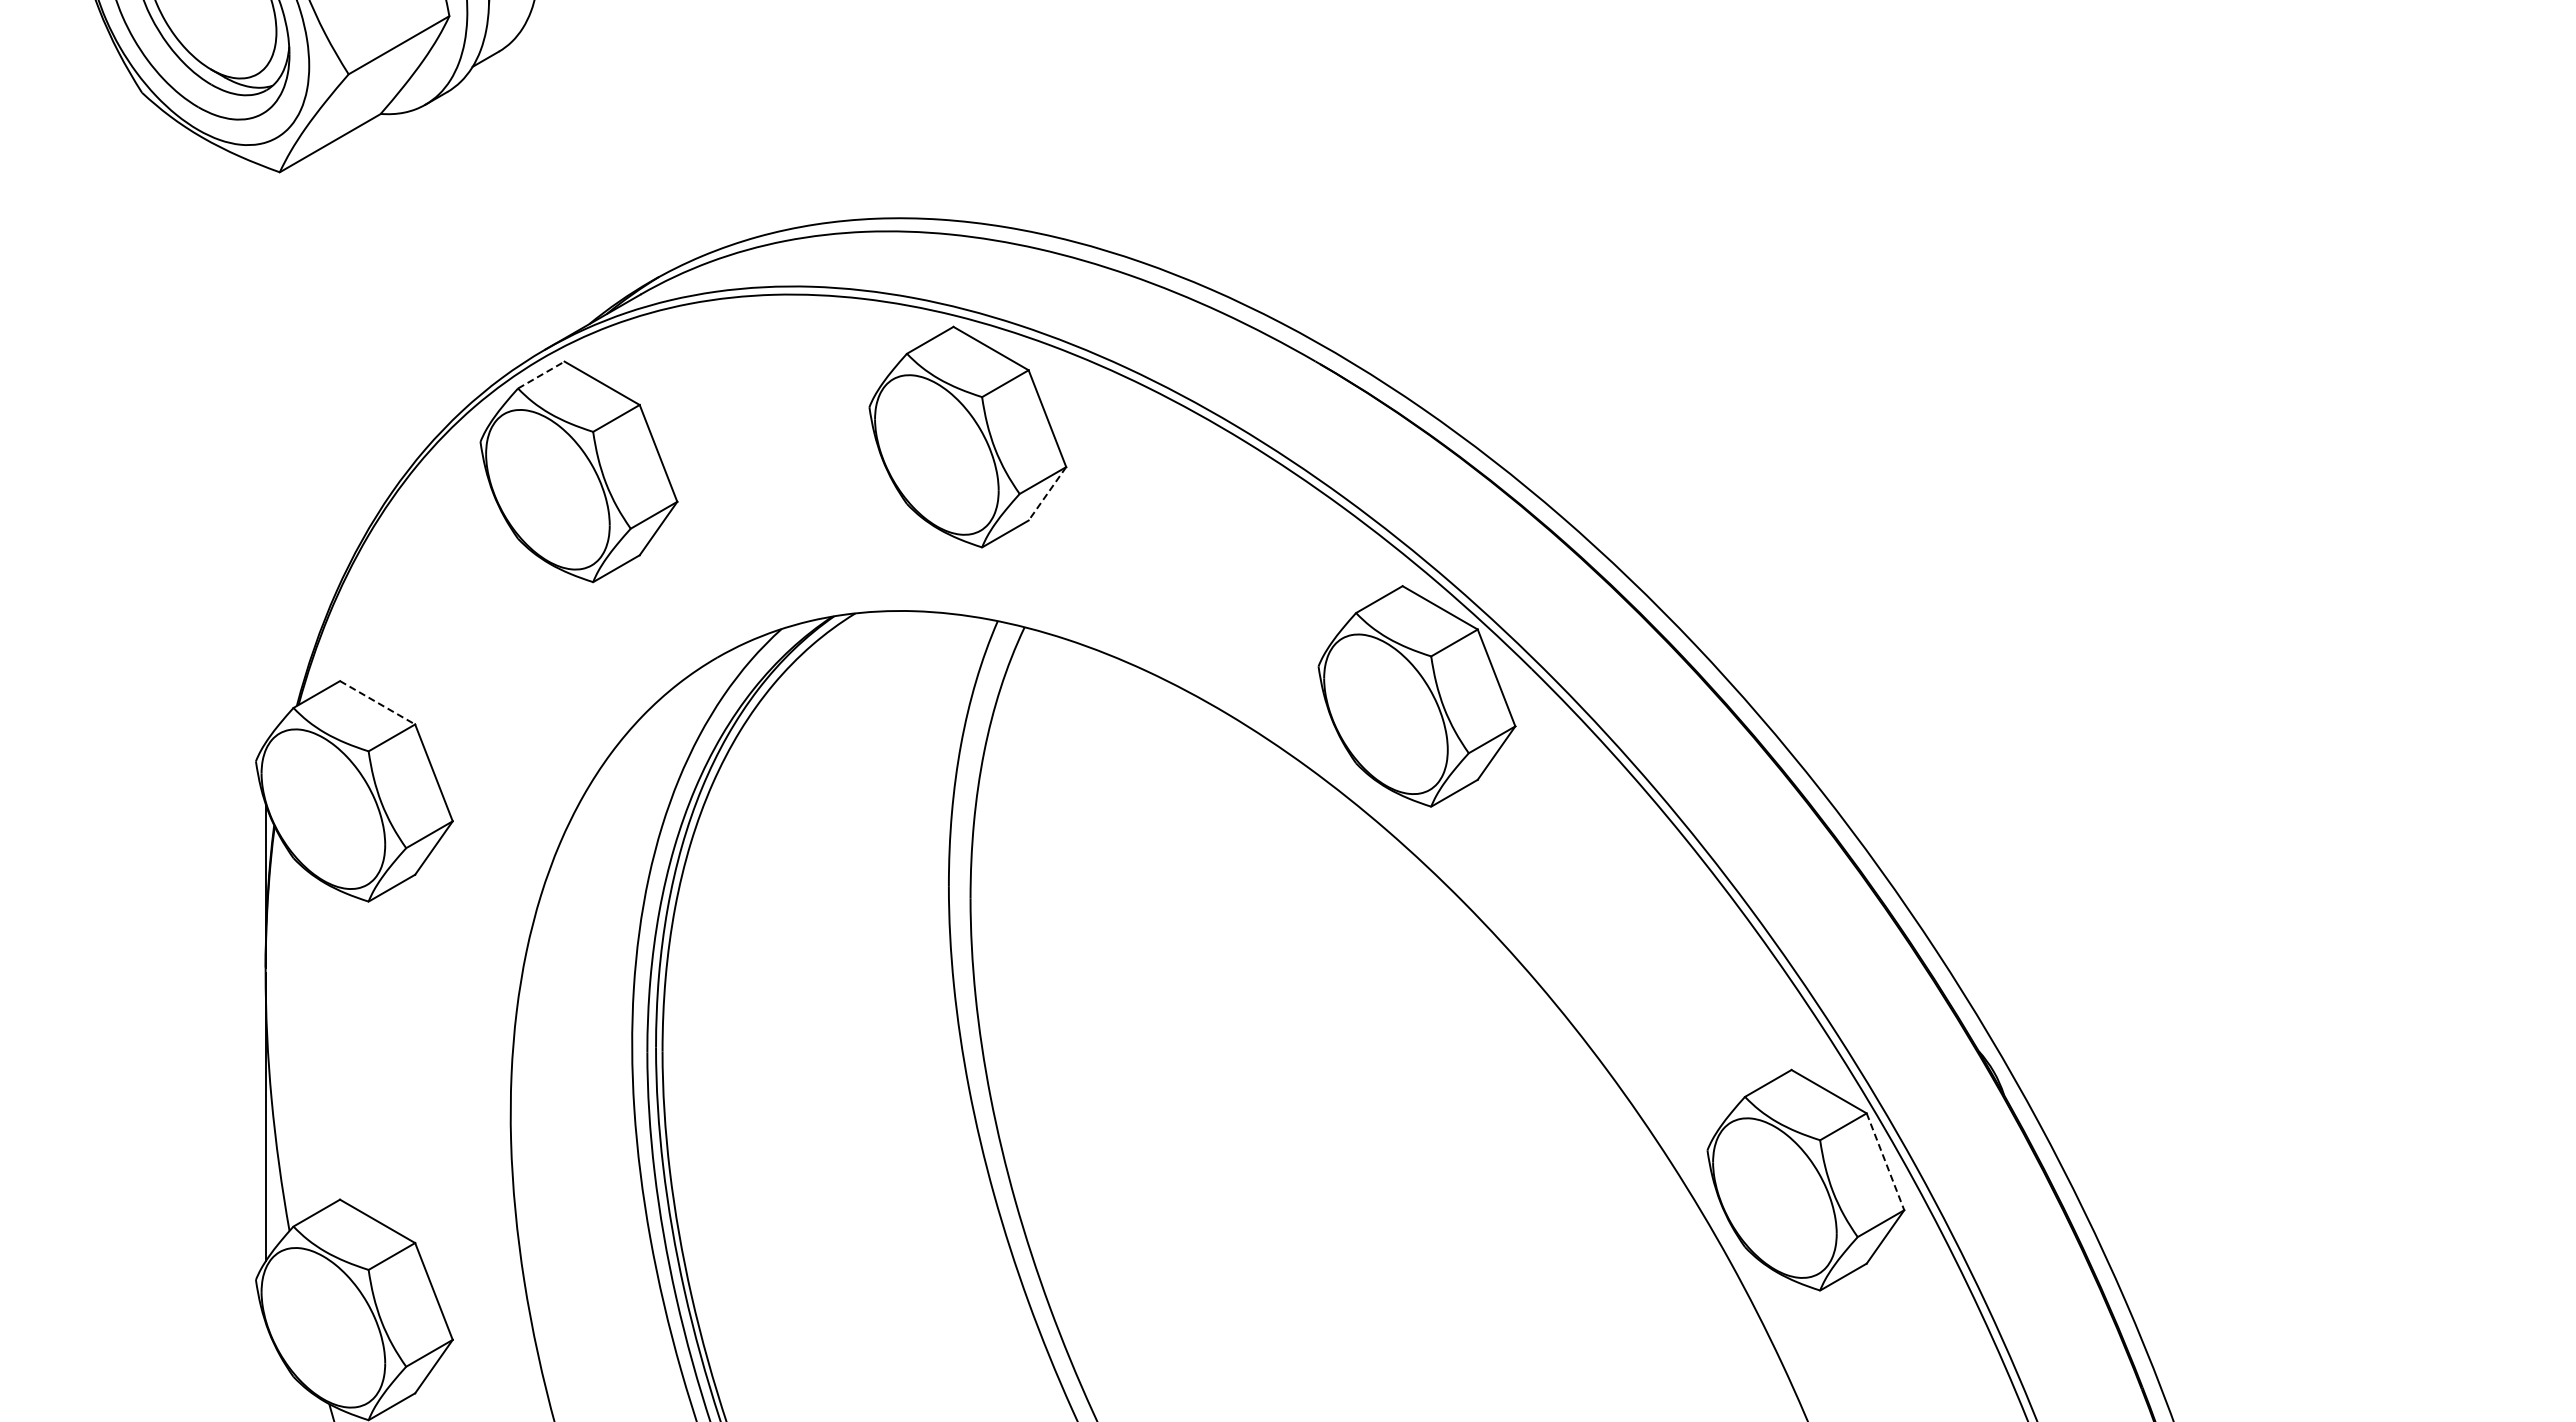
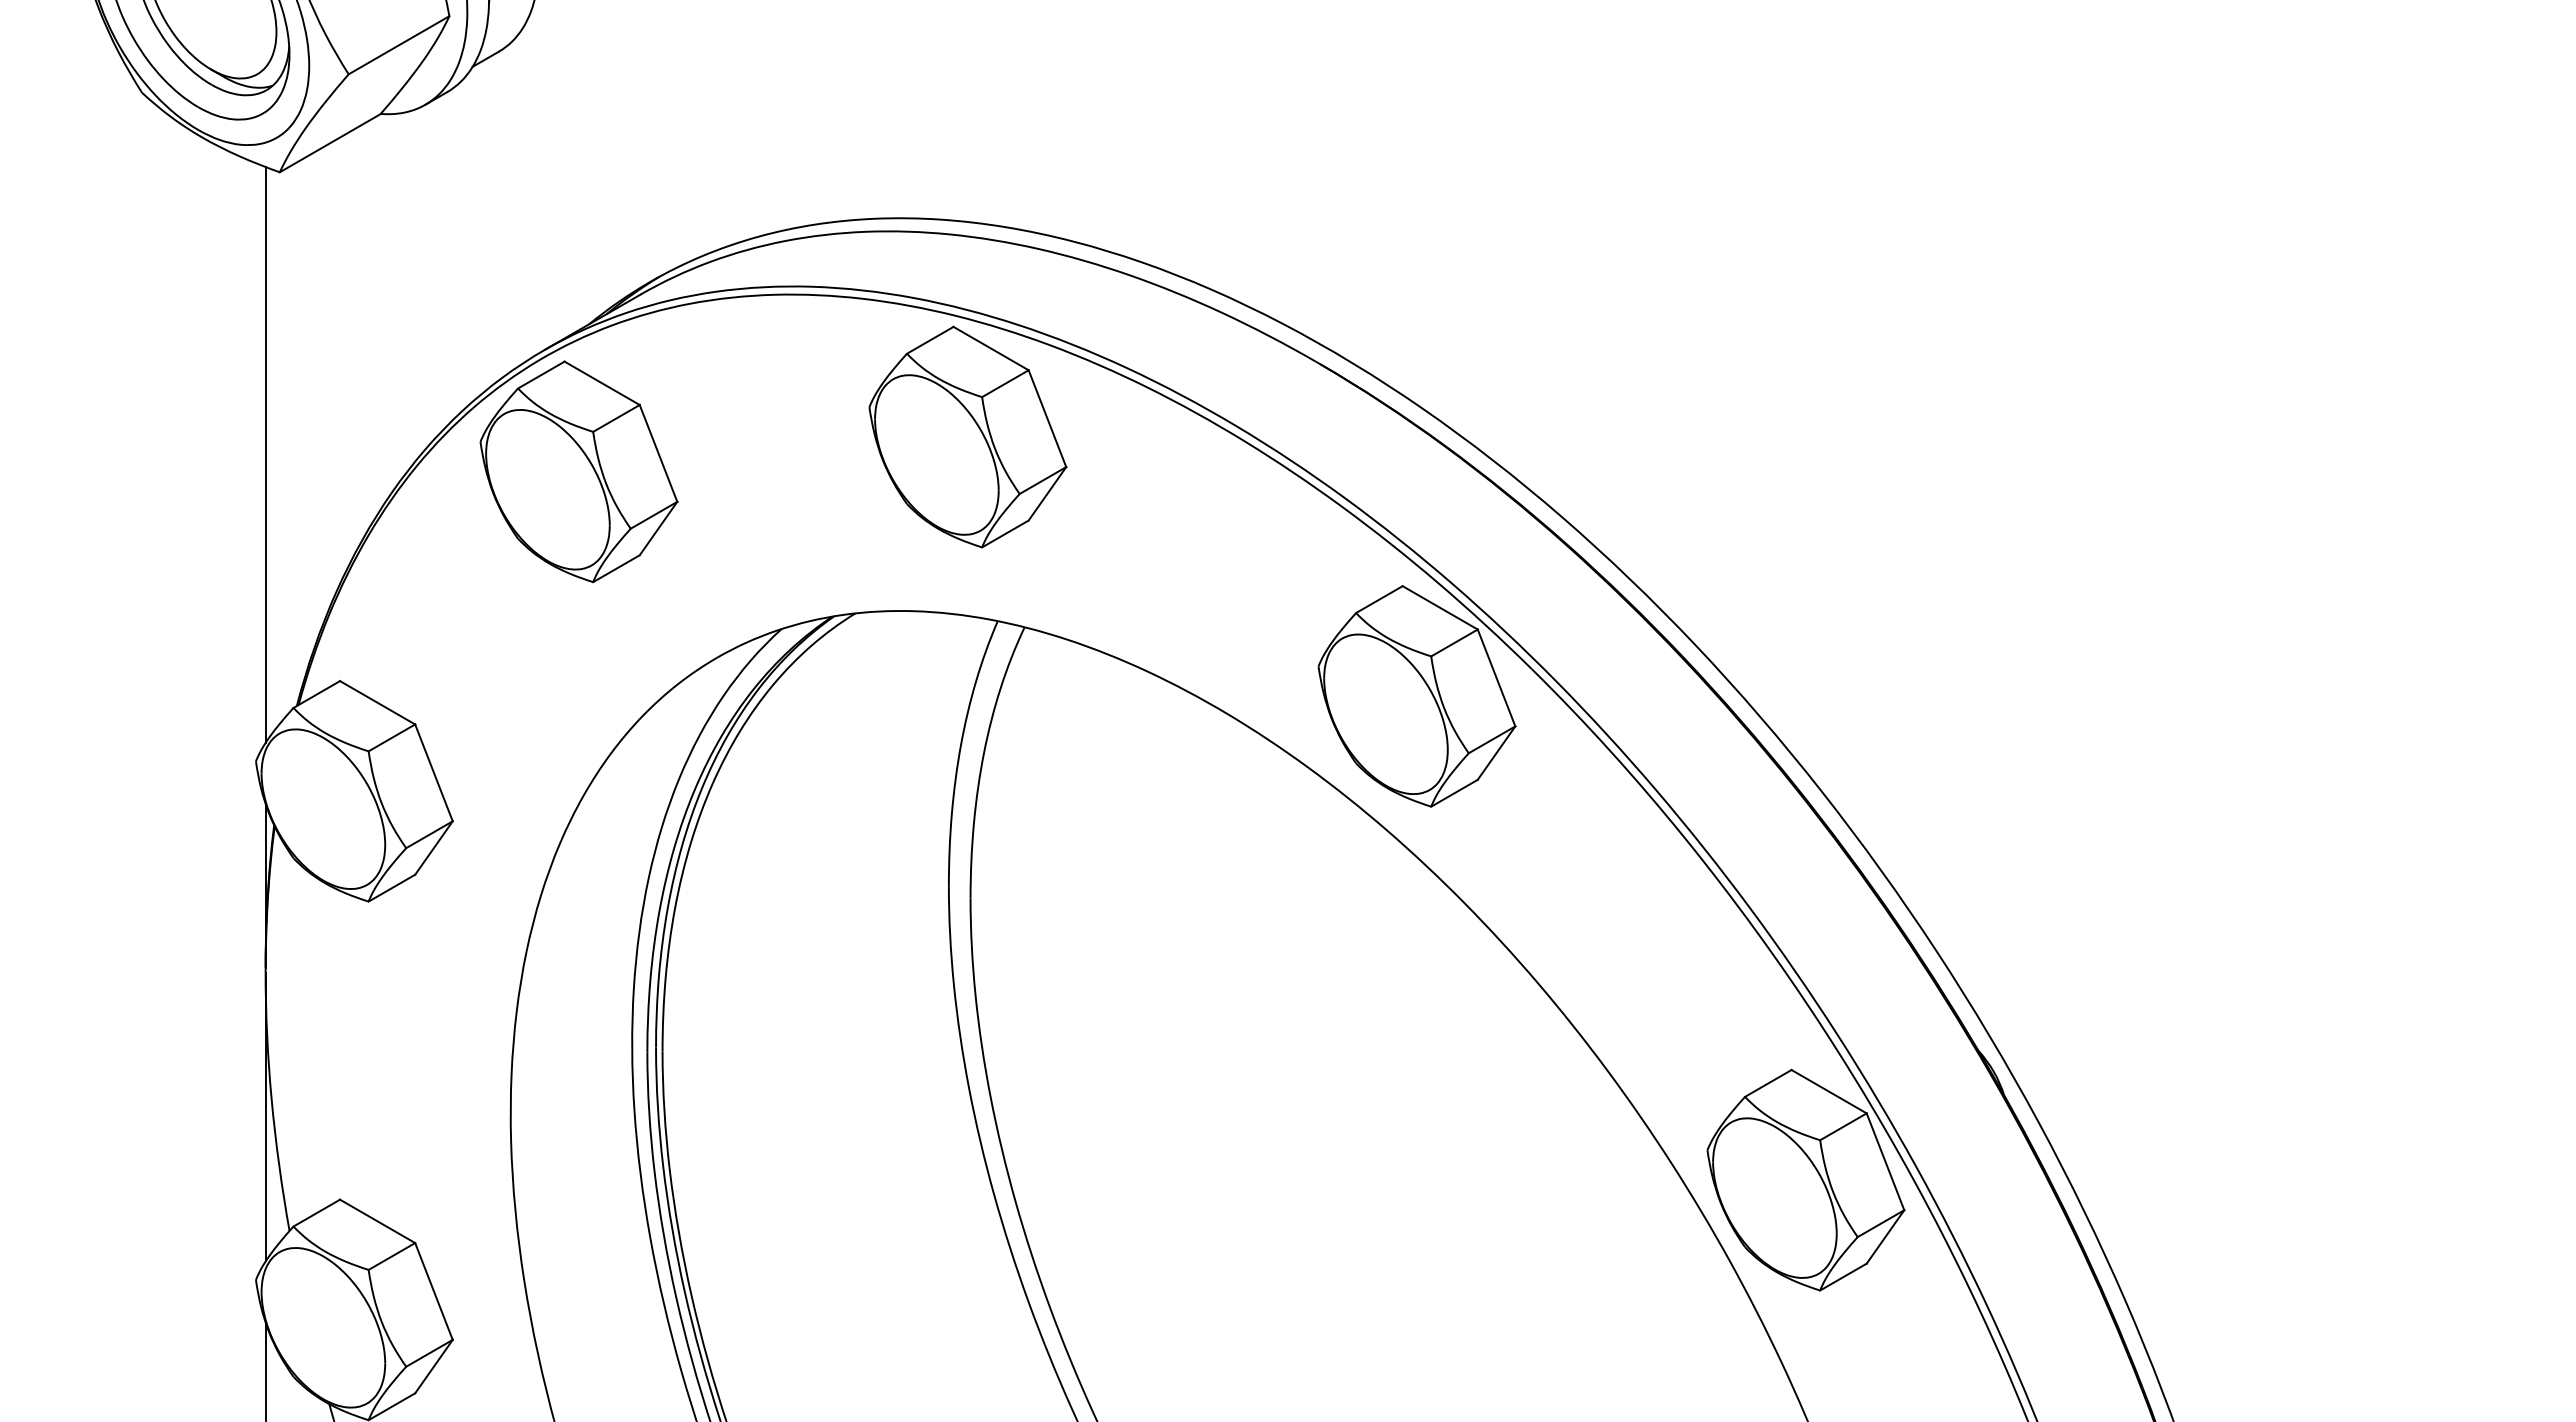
line at (541, 375): dashed -> solid
line at (265, 454): none -> present
line at (1047, 493): dashed -> solid
line at (378, 703): dashed -> solid
line at (1885, 1161): dashed -> solid
line at (265, 1370): none -> present
